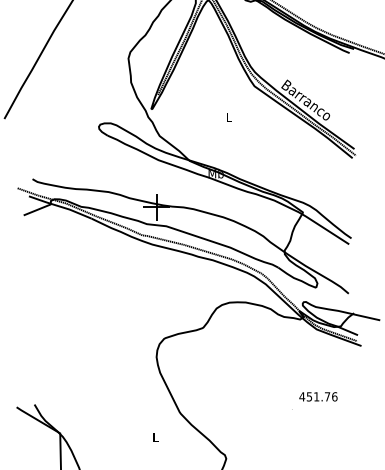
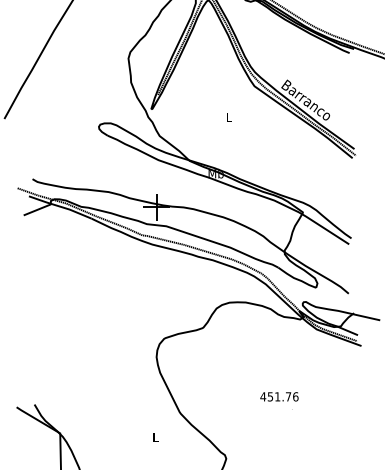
text at (318, 396) position: (318, 396) -> (279, 396)
